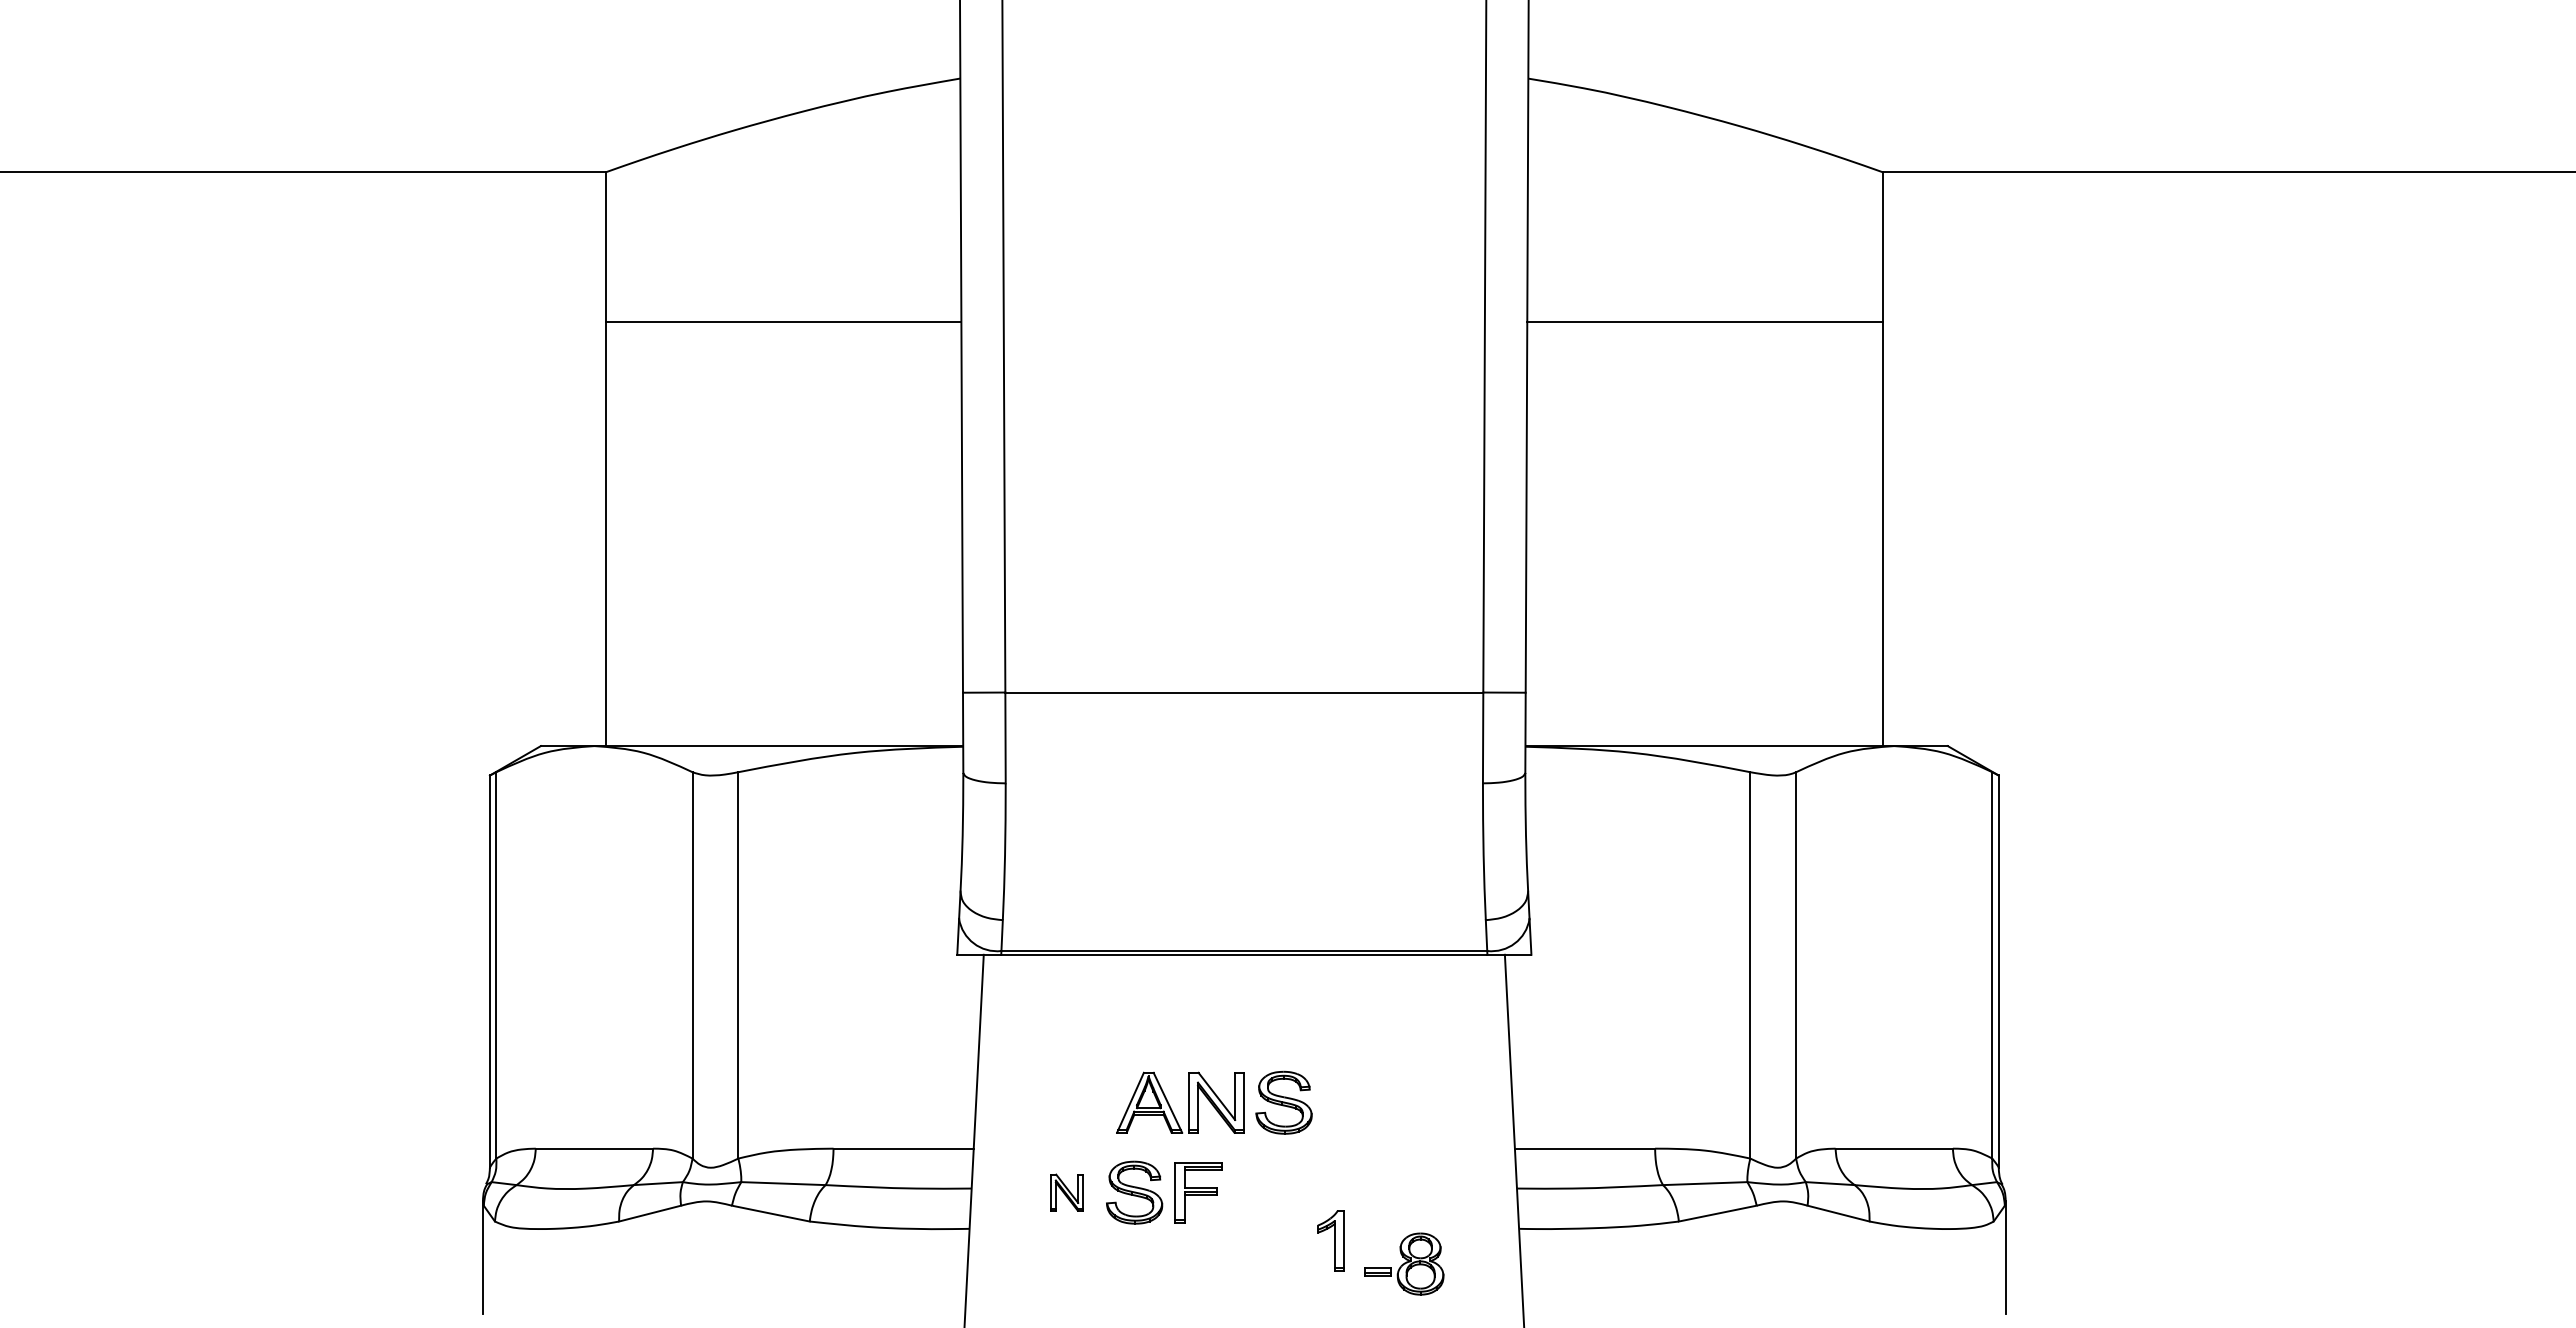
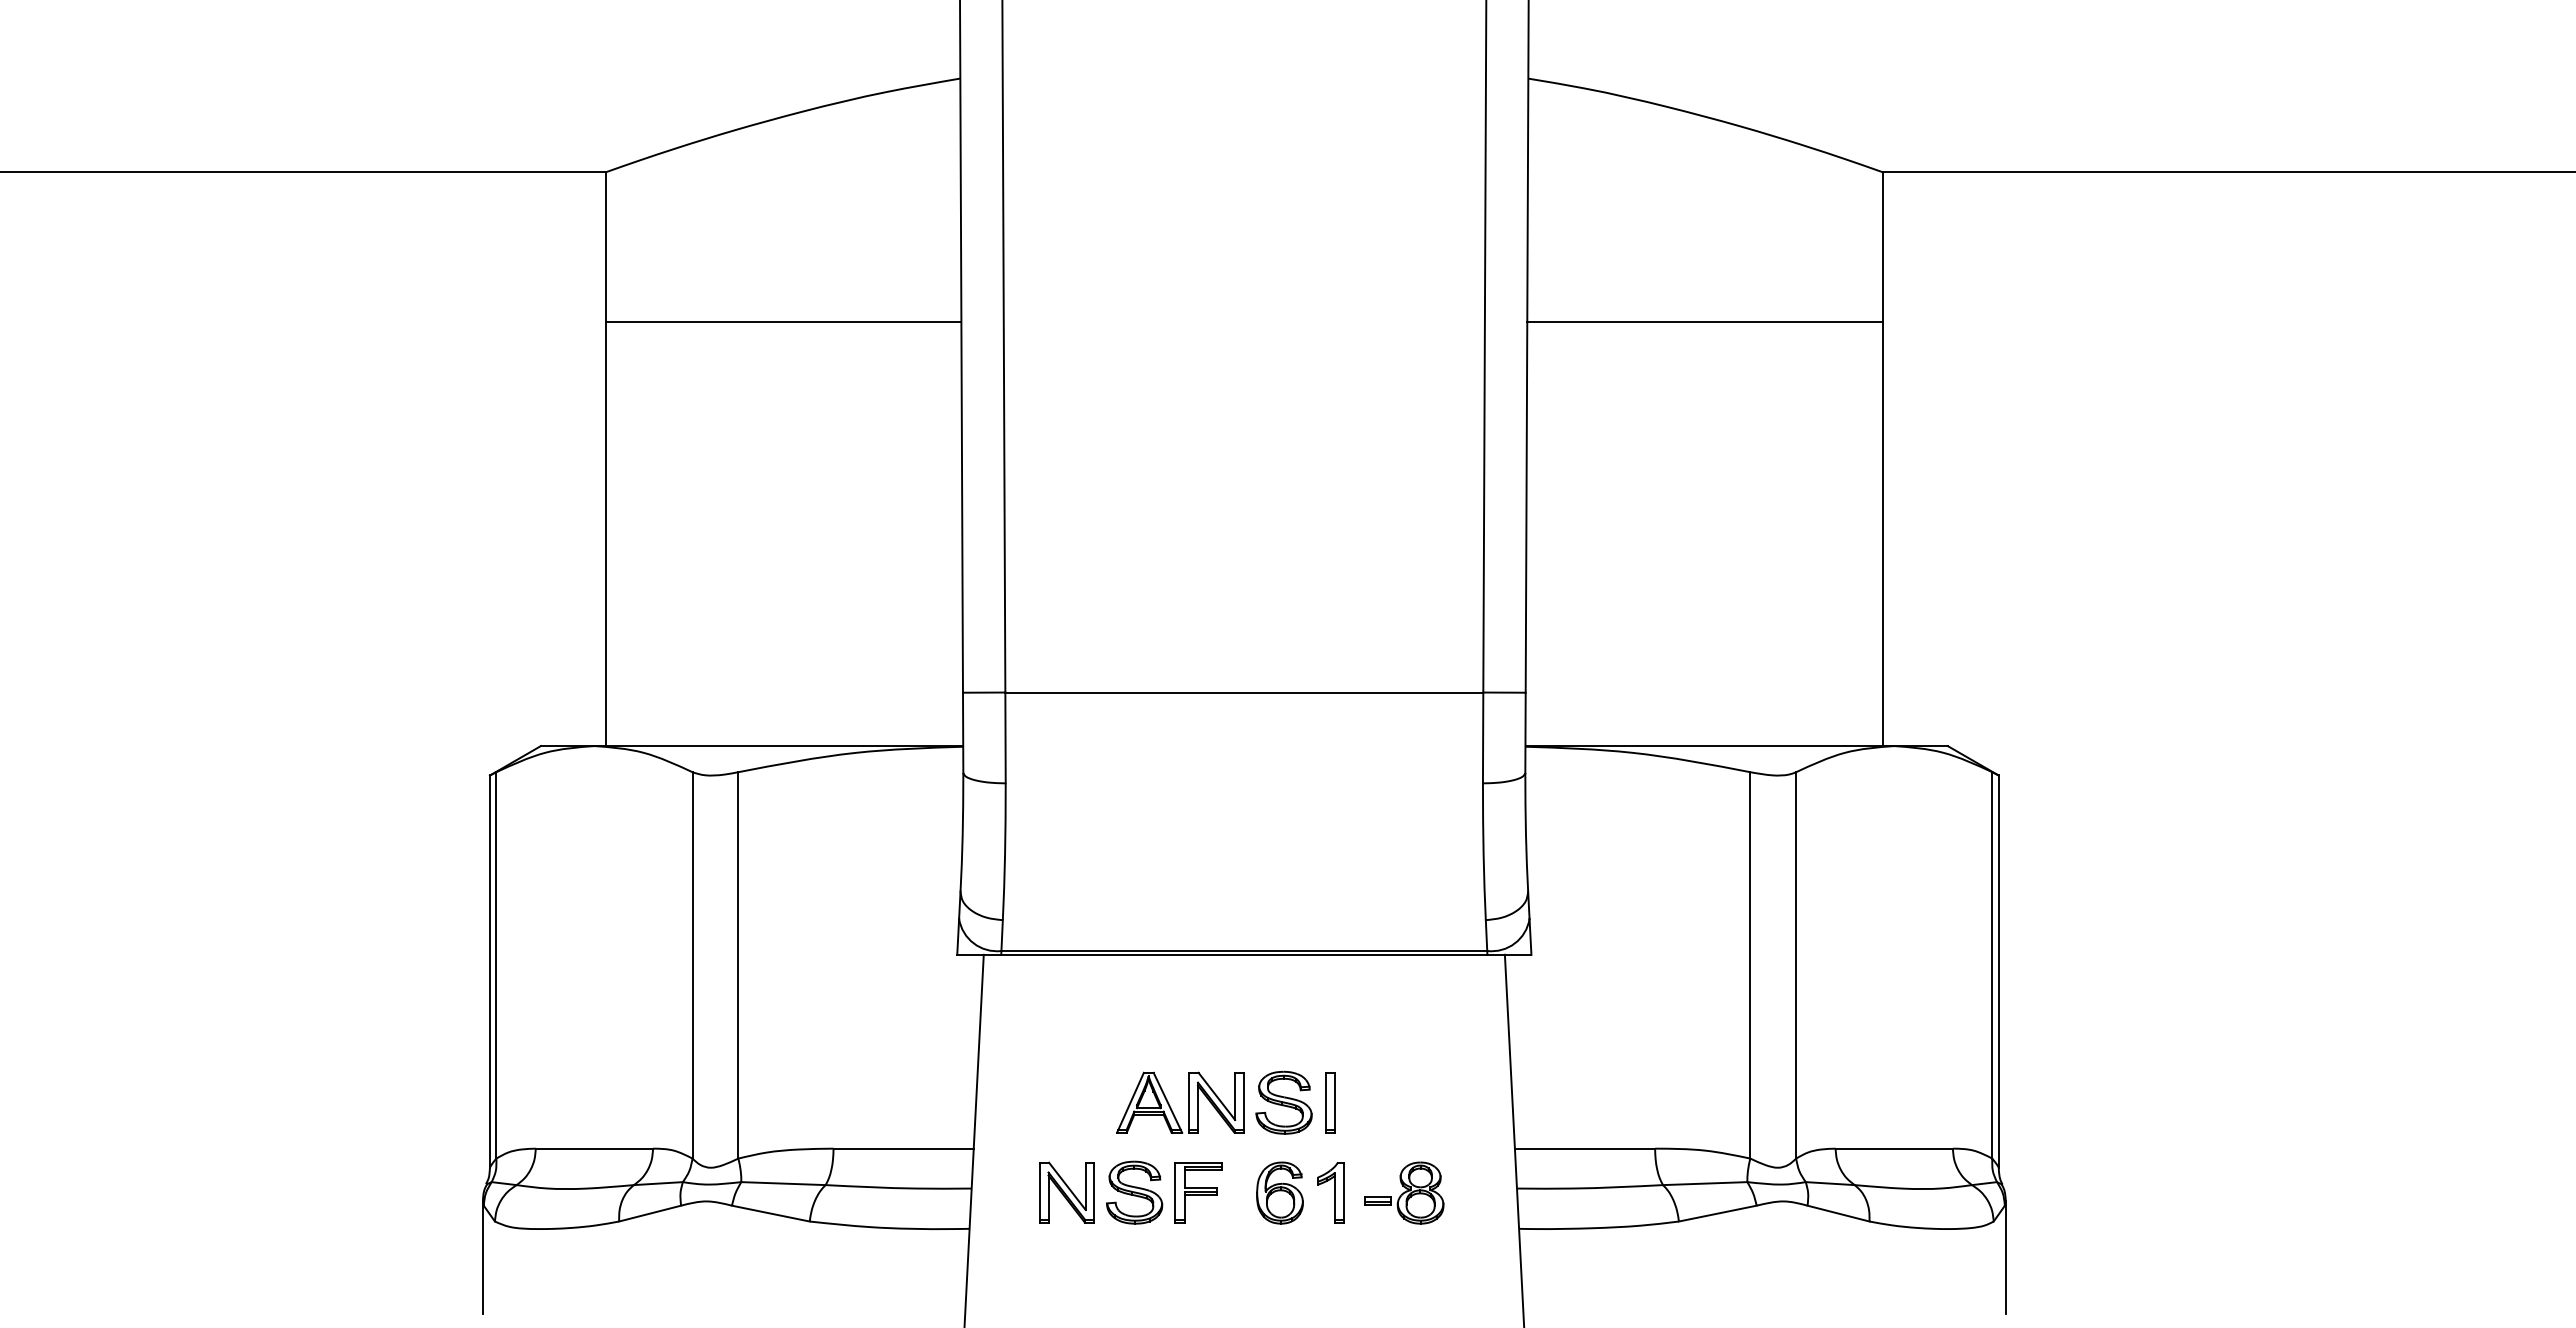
part at (1330, 1102): none -> present
part at (1066, 1192) size: 34x39 px -> 56x63 px
part at (1279, 1192): none -> present
part at (1330, 1240) position: (1330, 1240) -> (1330, 1192)
part at (1404, 1263) position: (1404, 1263) -> (1404, 1192)
